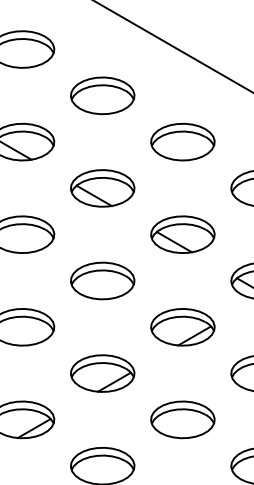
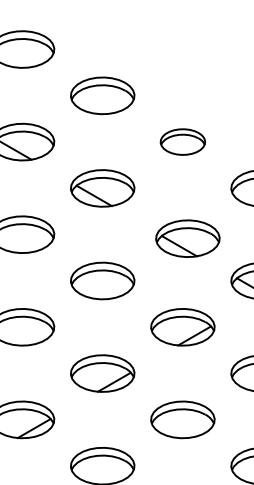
line at (173, 46): present -> none
part at (182, 141) size: 66x40 px -> 48x28 px
part at (182, 234) position: (182, 234) -> (187, 238)
